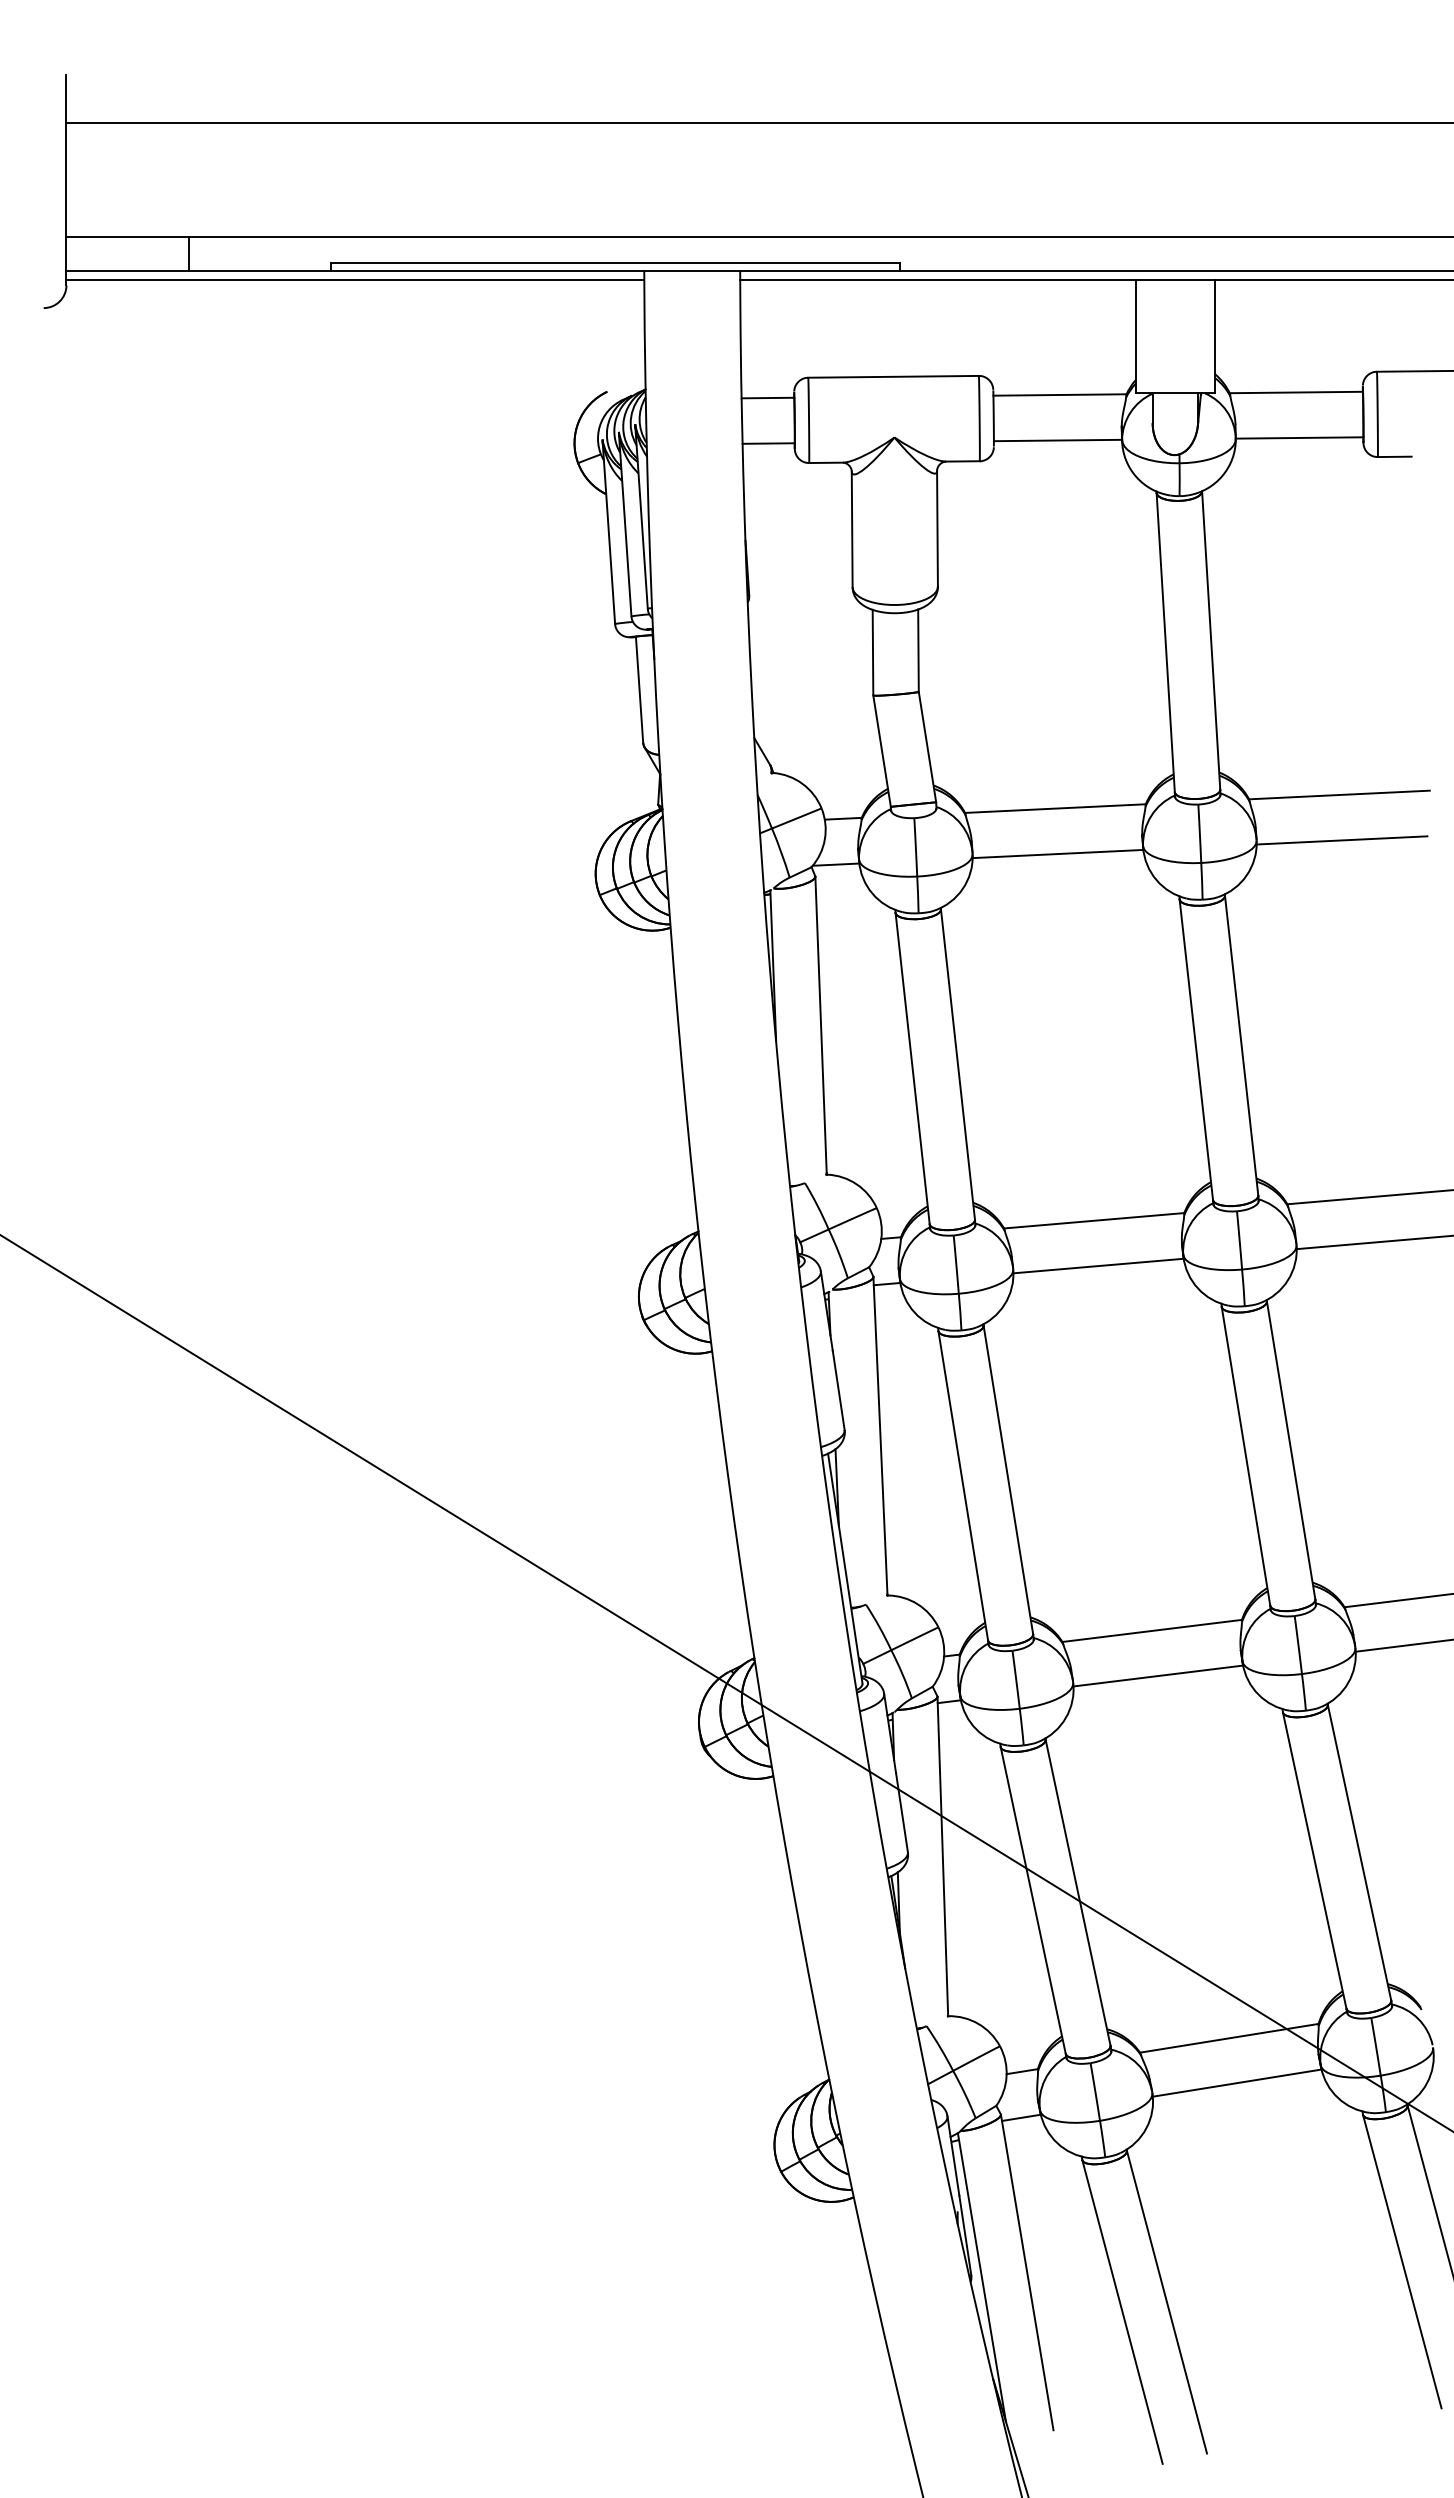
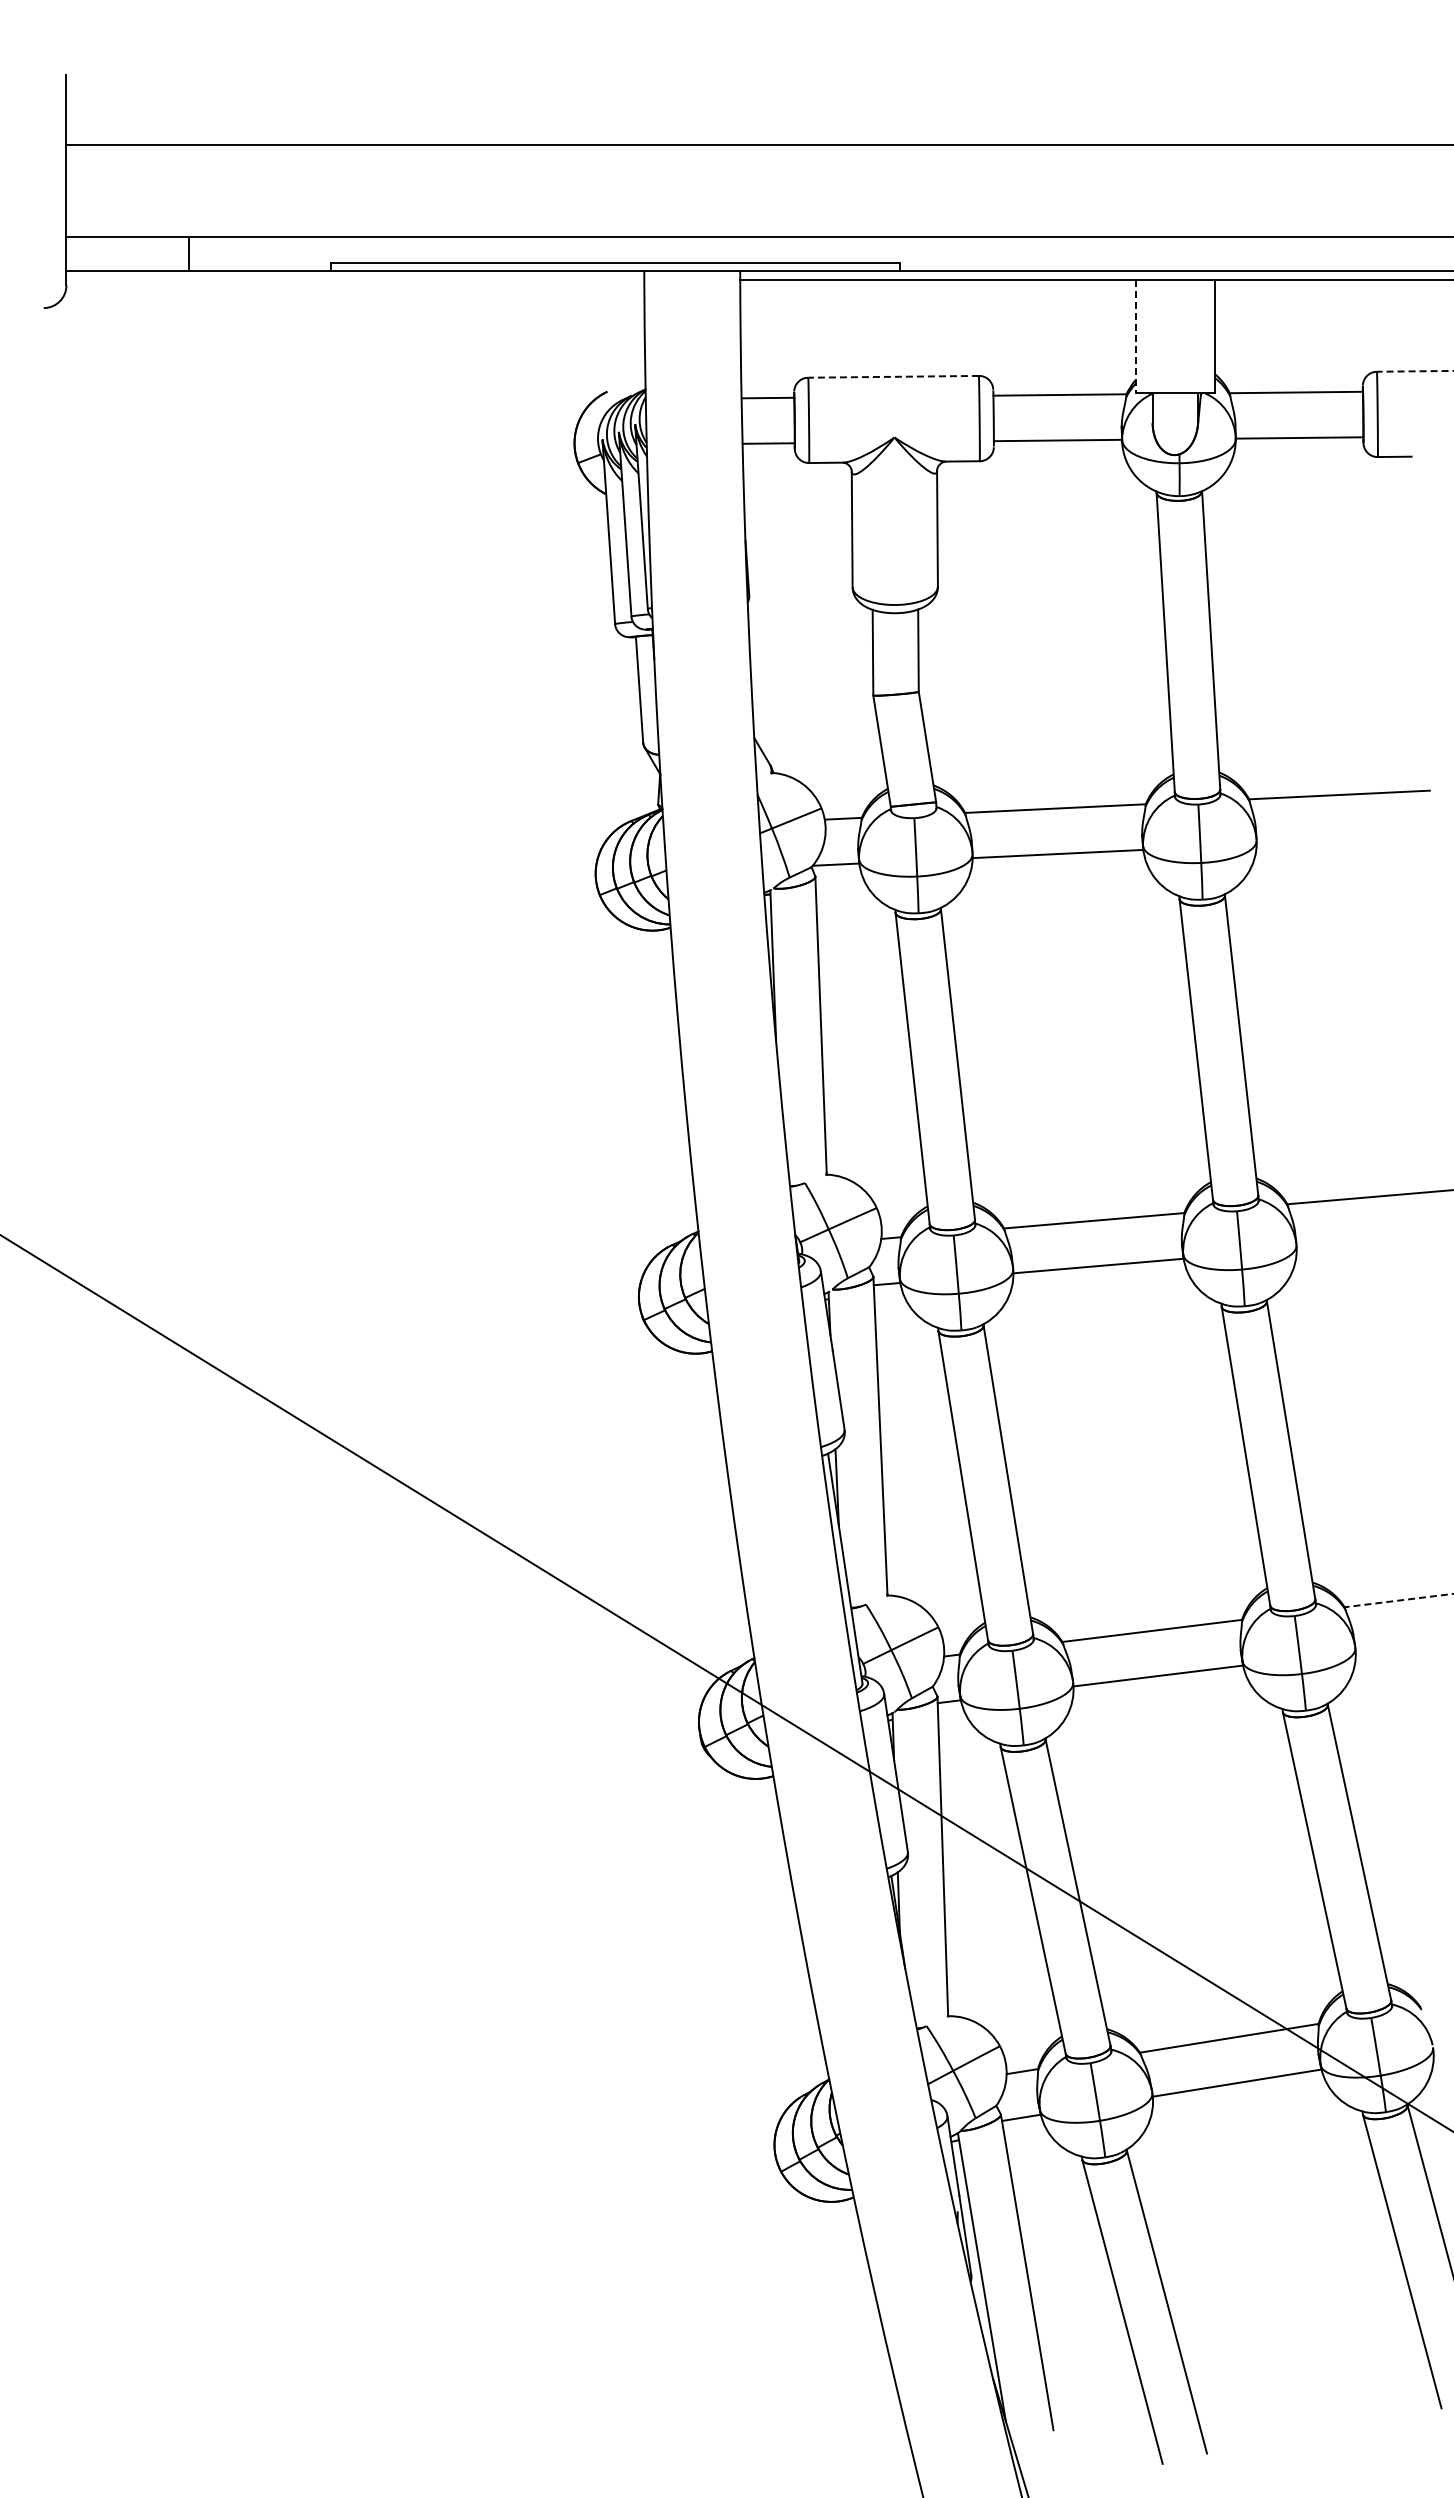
line at (758, 123) position: (758, 123) -> (758, 145)
line at (355, 279): present -> none
line at (1135, 336): solid -> dashed
line at (1414, 371): solid -> dashed
line at (893, 376): solid -> dashed
line at (1341, 840): present -> none
line at (1373, 1242): present -> none
line at (1399, 1600): solid -> dashed
line at (1402, 1645): present -> none
